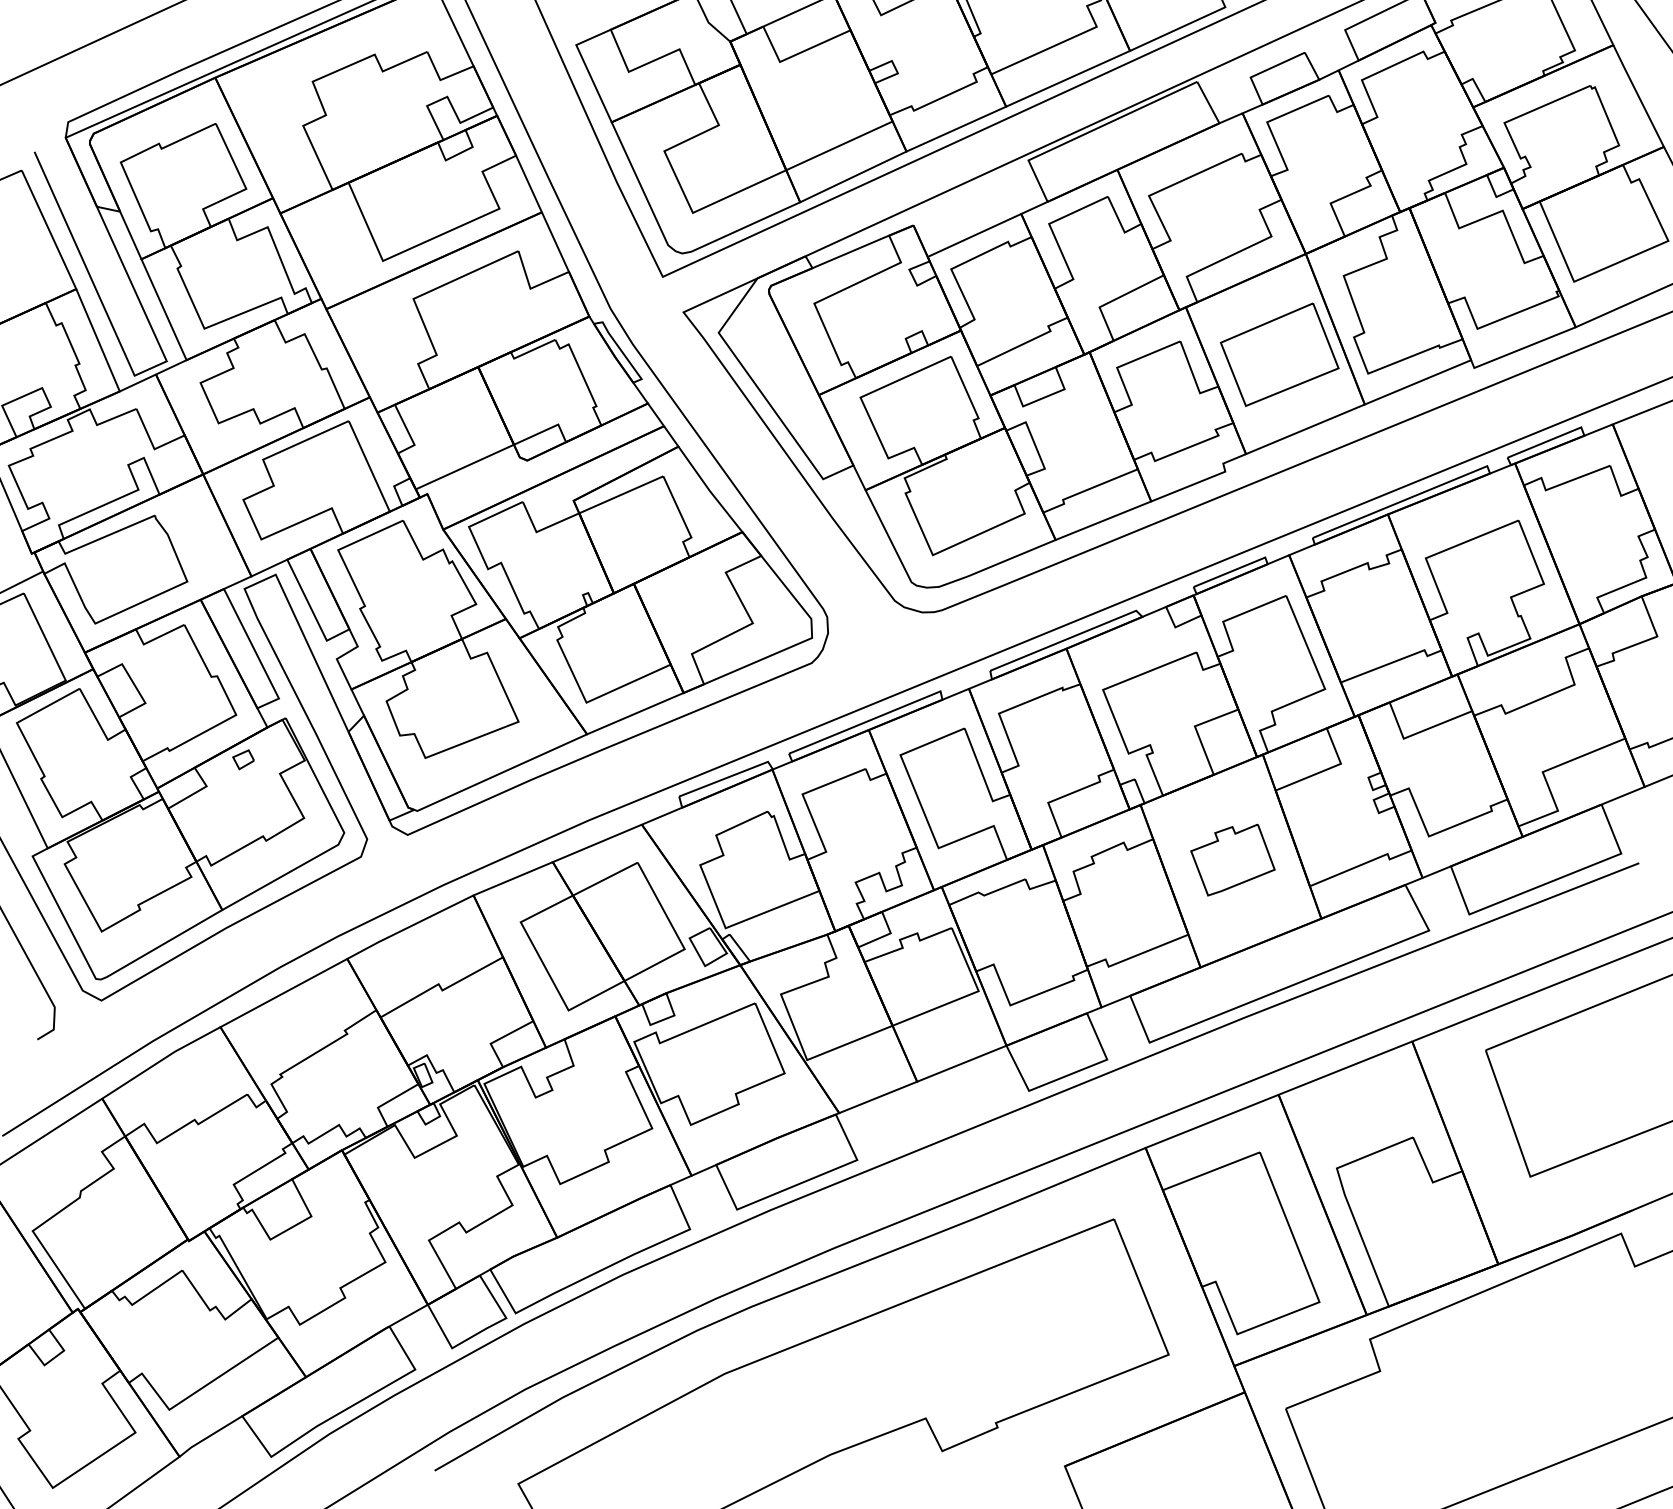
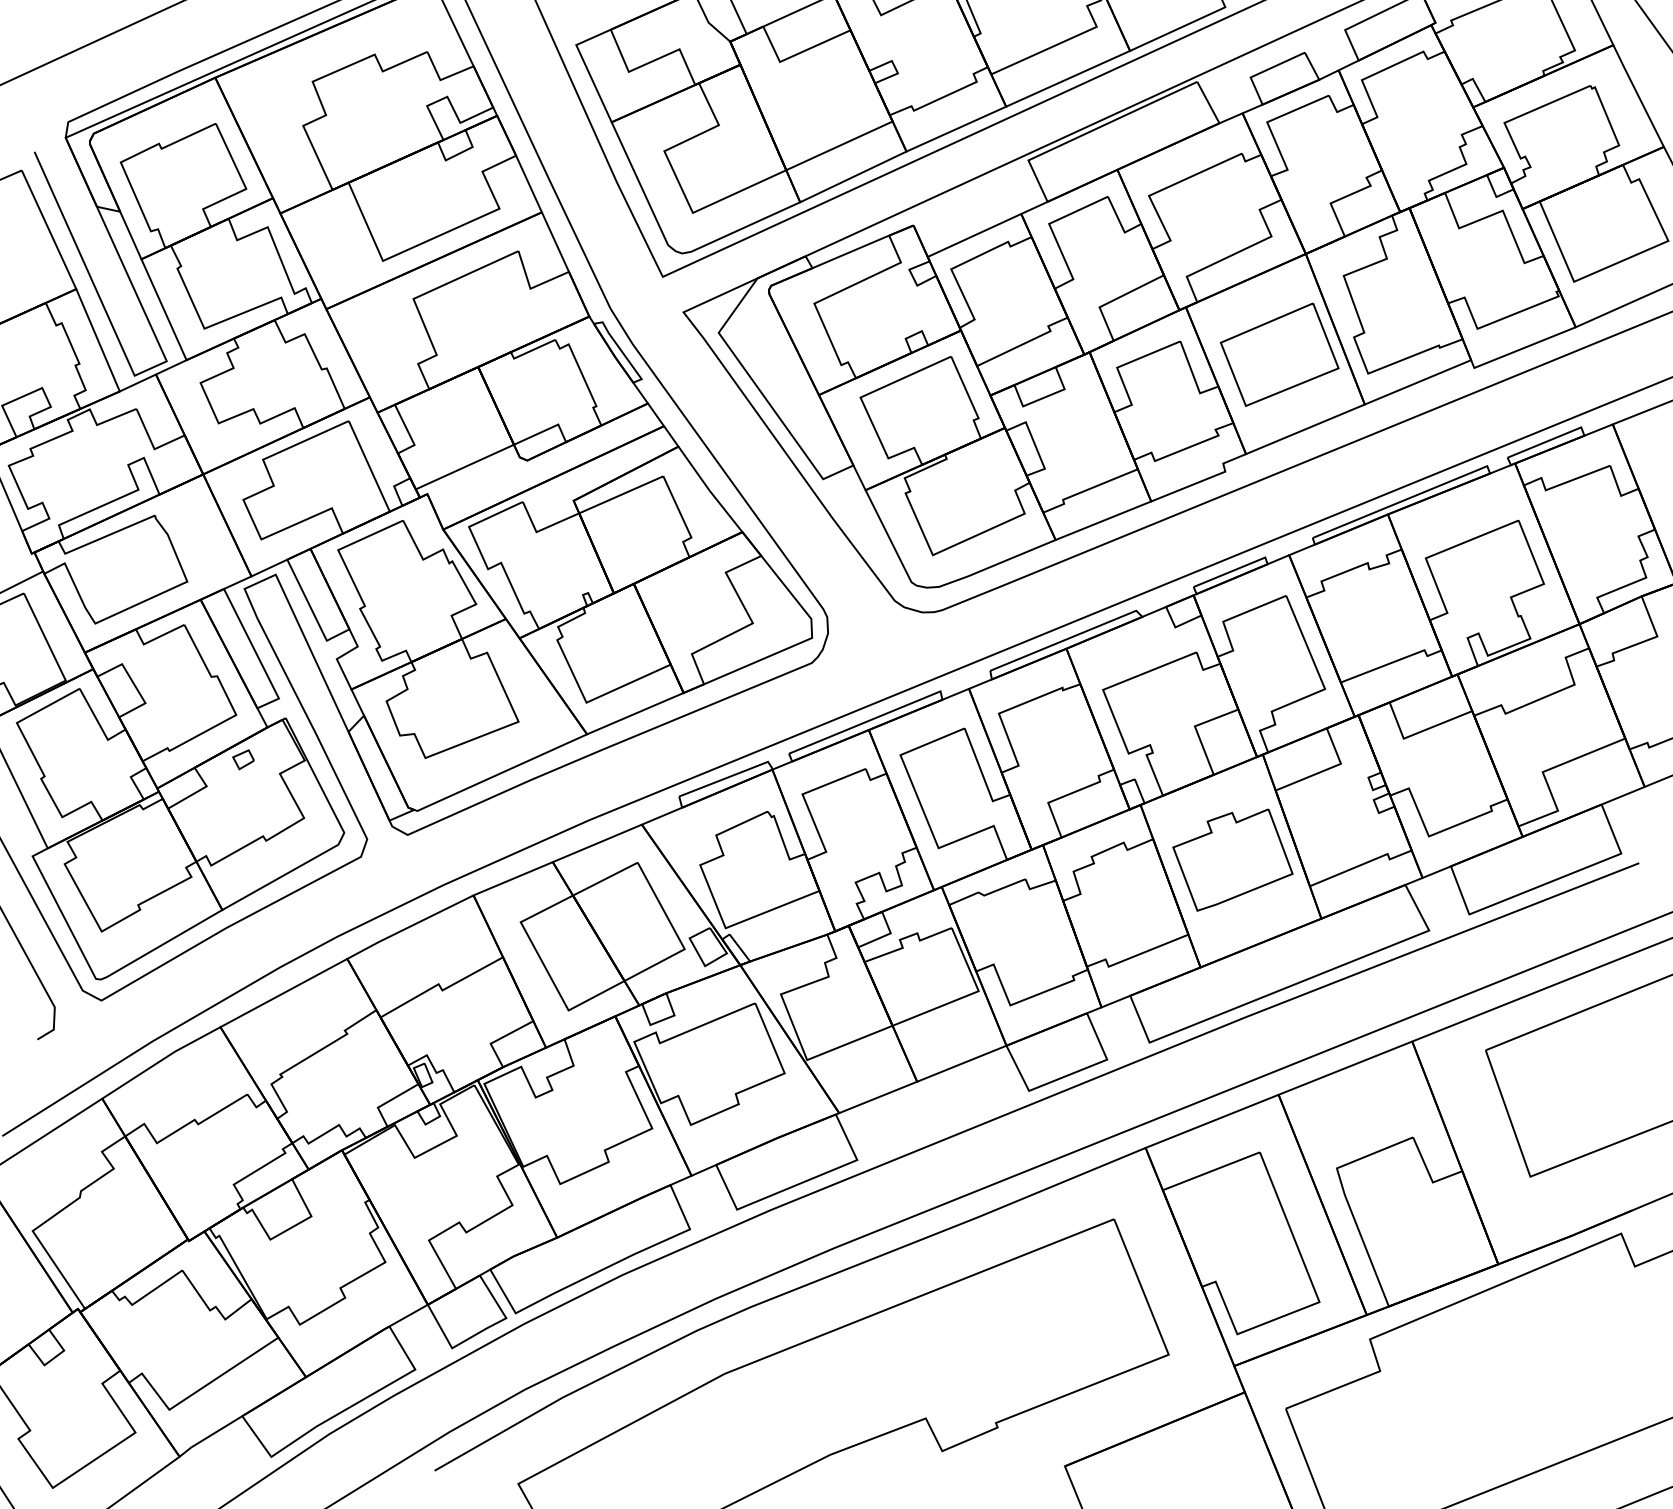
part at (1232, 859) size: 86x74 px -> 122x104 px
